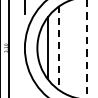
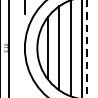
line at (59, 48): dashed -> solid
line at (70, 48): none -> present
line at (82, 48): none -> present
